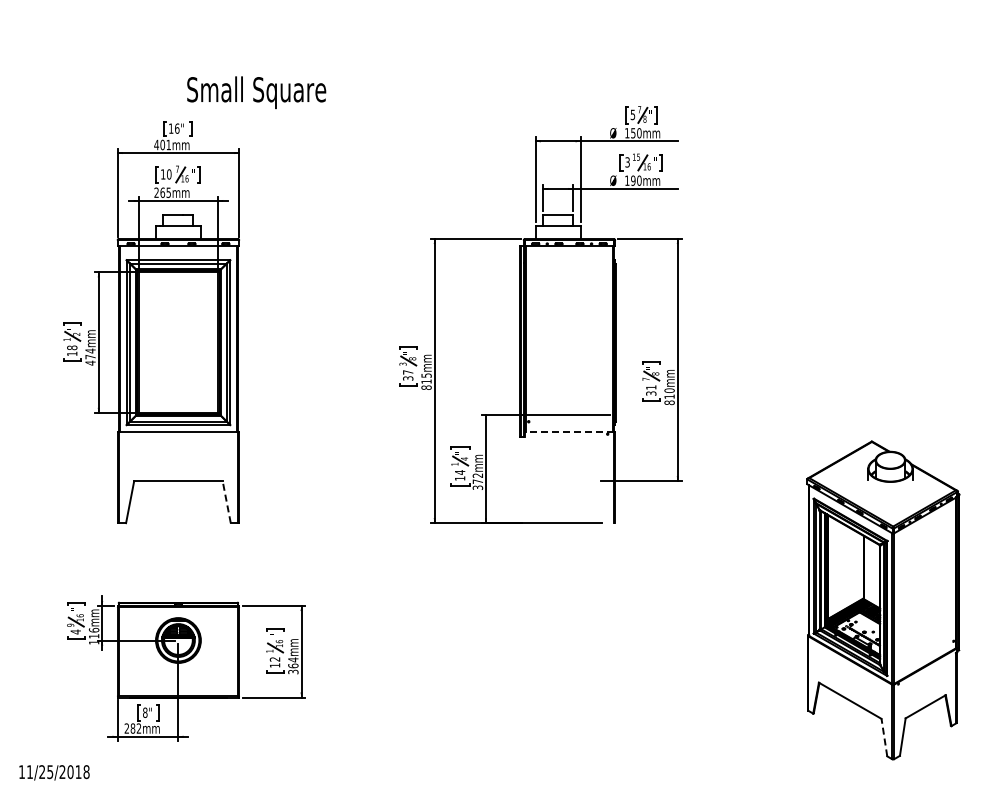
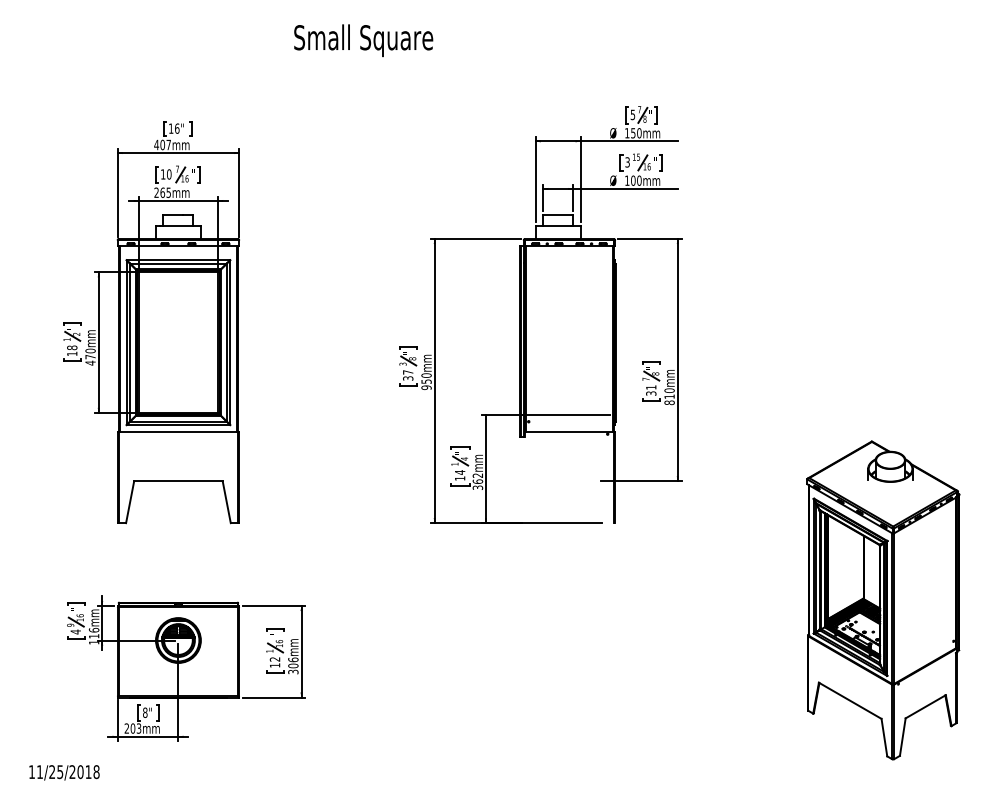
text at (256, 92) position: (256, 92) -> (363, 40)
text at (168, 144): 401mm -> 407mm
text at (633, 180): 190mm -> 100mm
text at (90, 350): 474mm -> 470mm
text at (426, 381): 815mm -> 950mm
line at (569, 431): dashed -> solid
text at (477, 481): 372mm -> 362mm
line at (226, 501): dashed -> solid
text at (293, 662): 364mm -> 306mm
text at (135, 728): 282mm -> 203mm
line at (884, 737): dashed -> solid
text at (54, 772) position: (54, 772) -> (64, 772)
